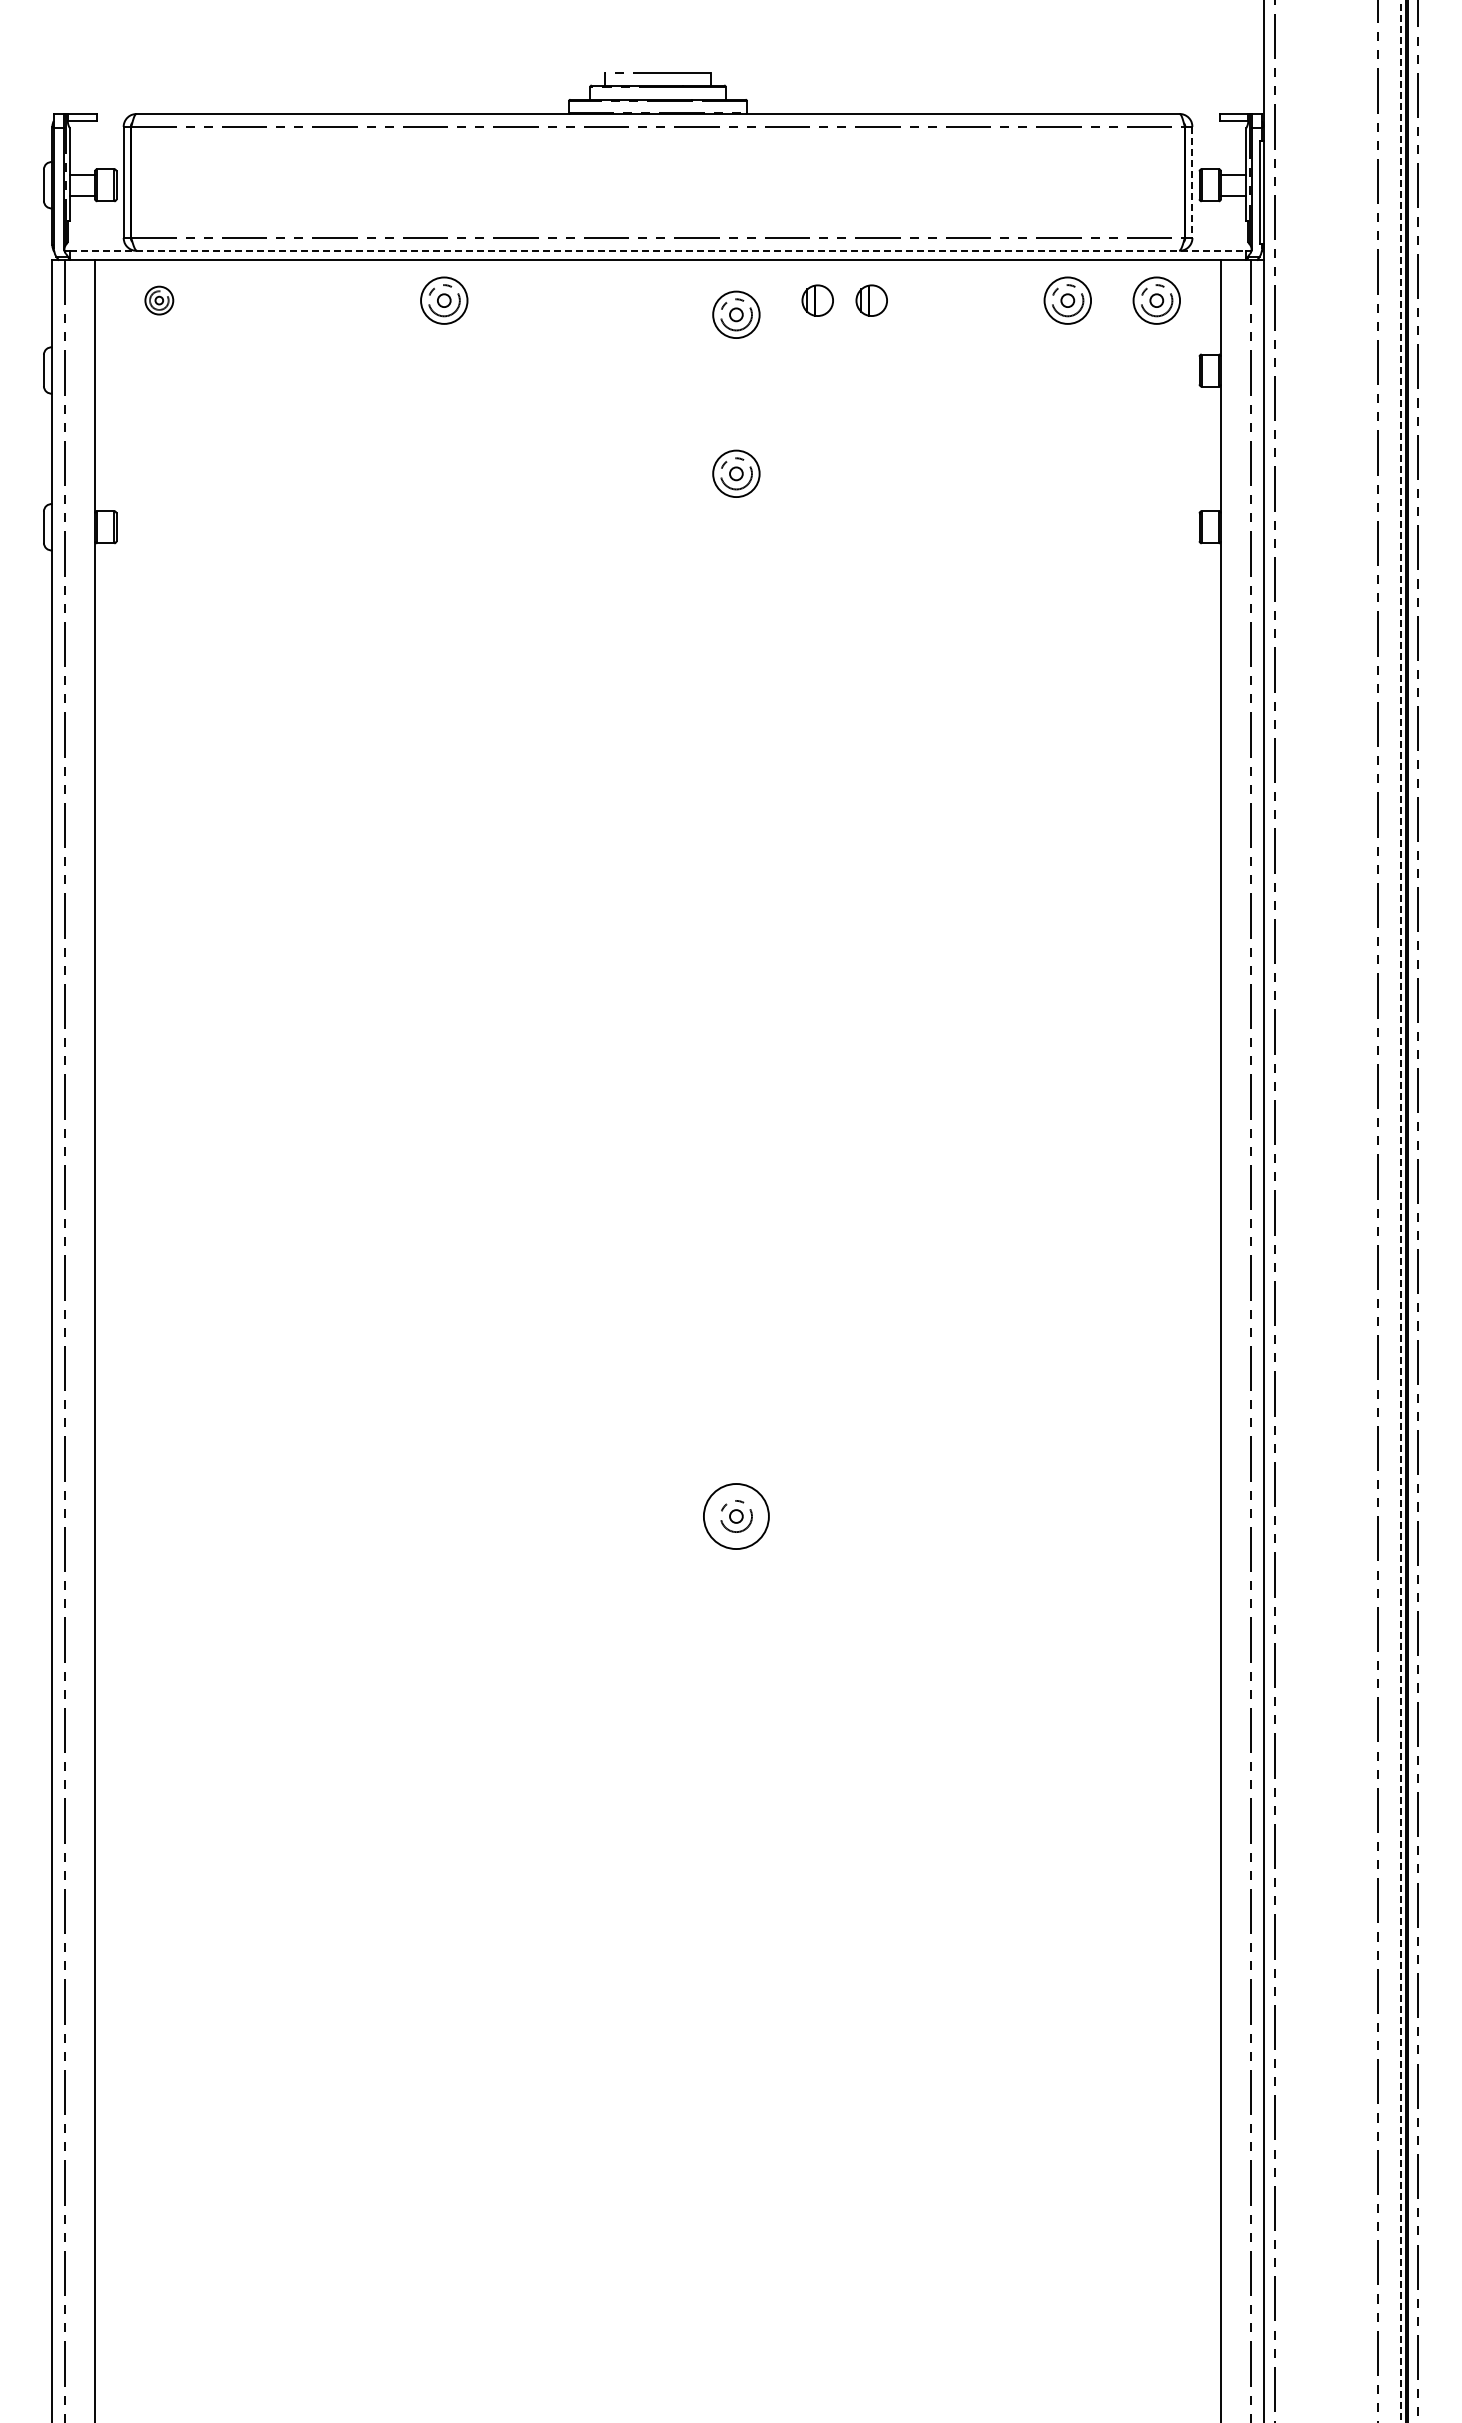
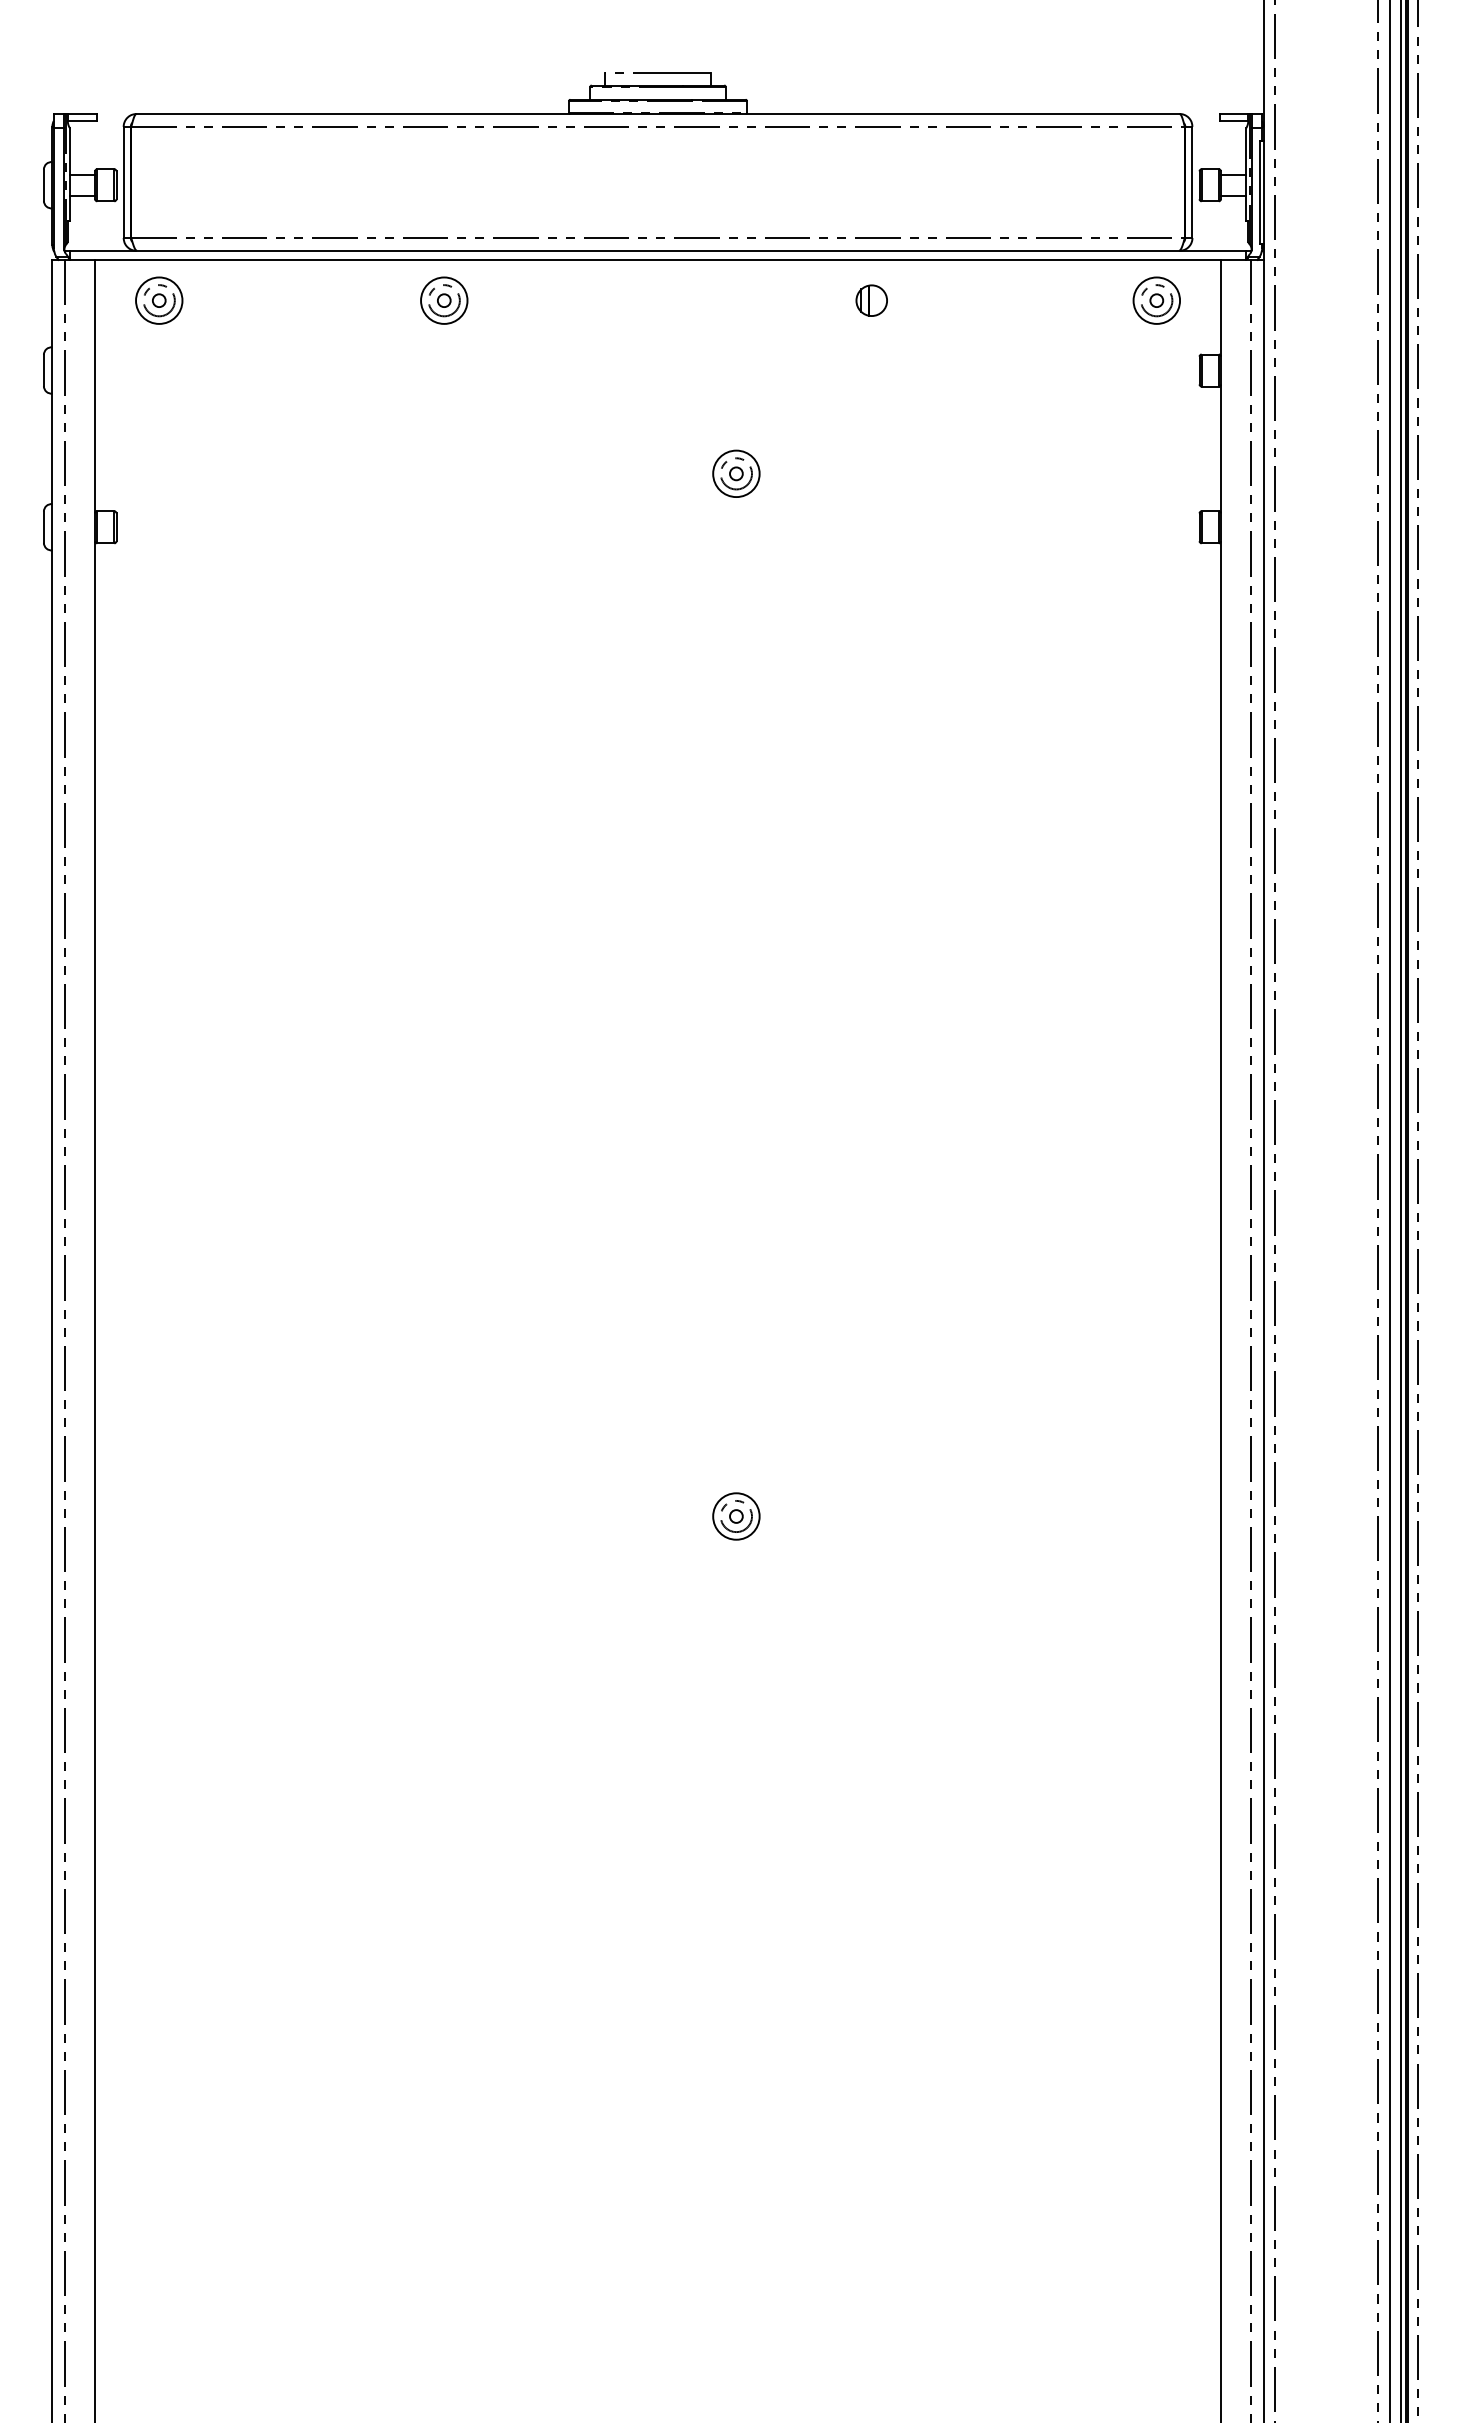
line at (1192, 182): dashed -> solid
line at (658, 250): dashed -> solid
part at (159, 300) size: 31x31 px -> 49x49 px
part at (817, 300): present -> none
part at (1067, 300): present -> none
part at (736, 314): present -> none
line at (1389, 1210): none -> present
line at (1400, 1211): dashed -> solid
circle at (735, 1516) diameter: 65 px -> 46 px
